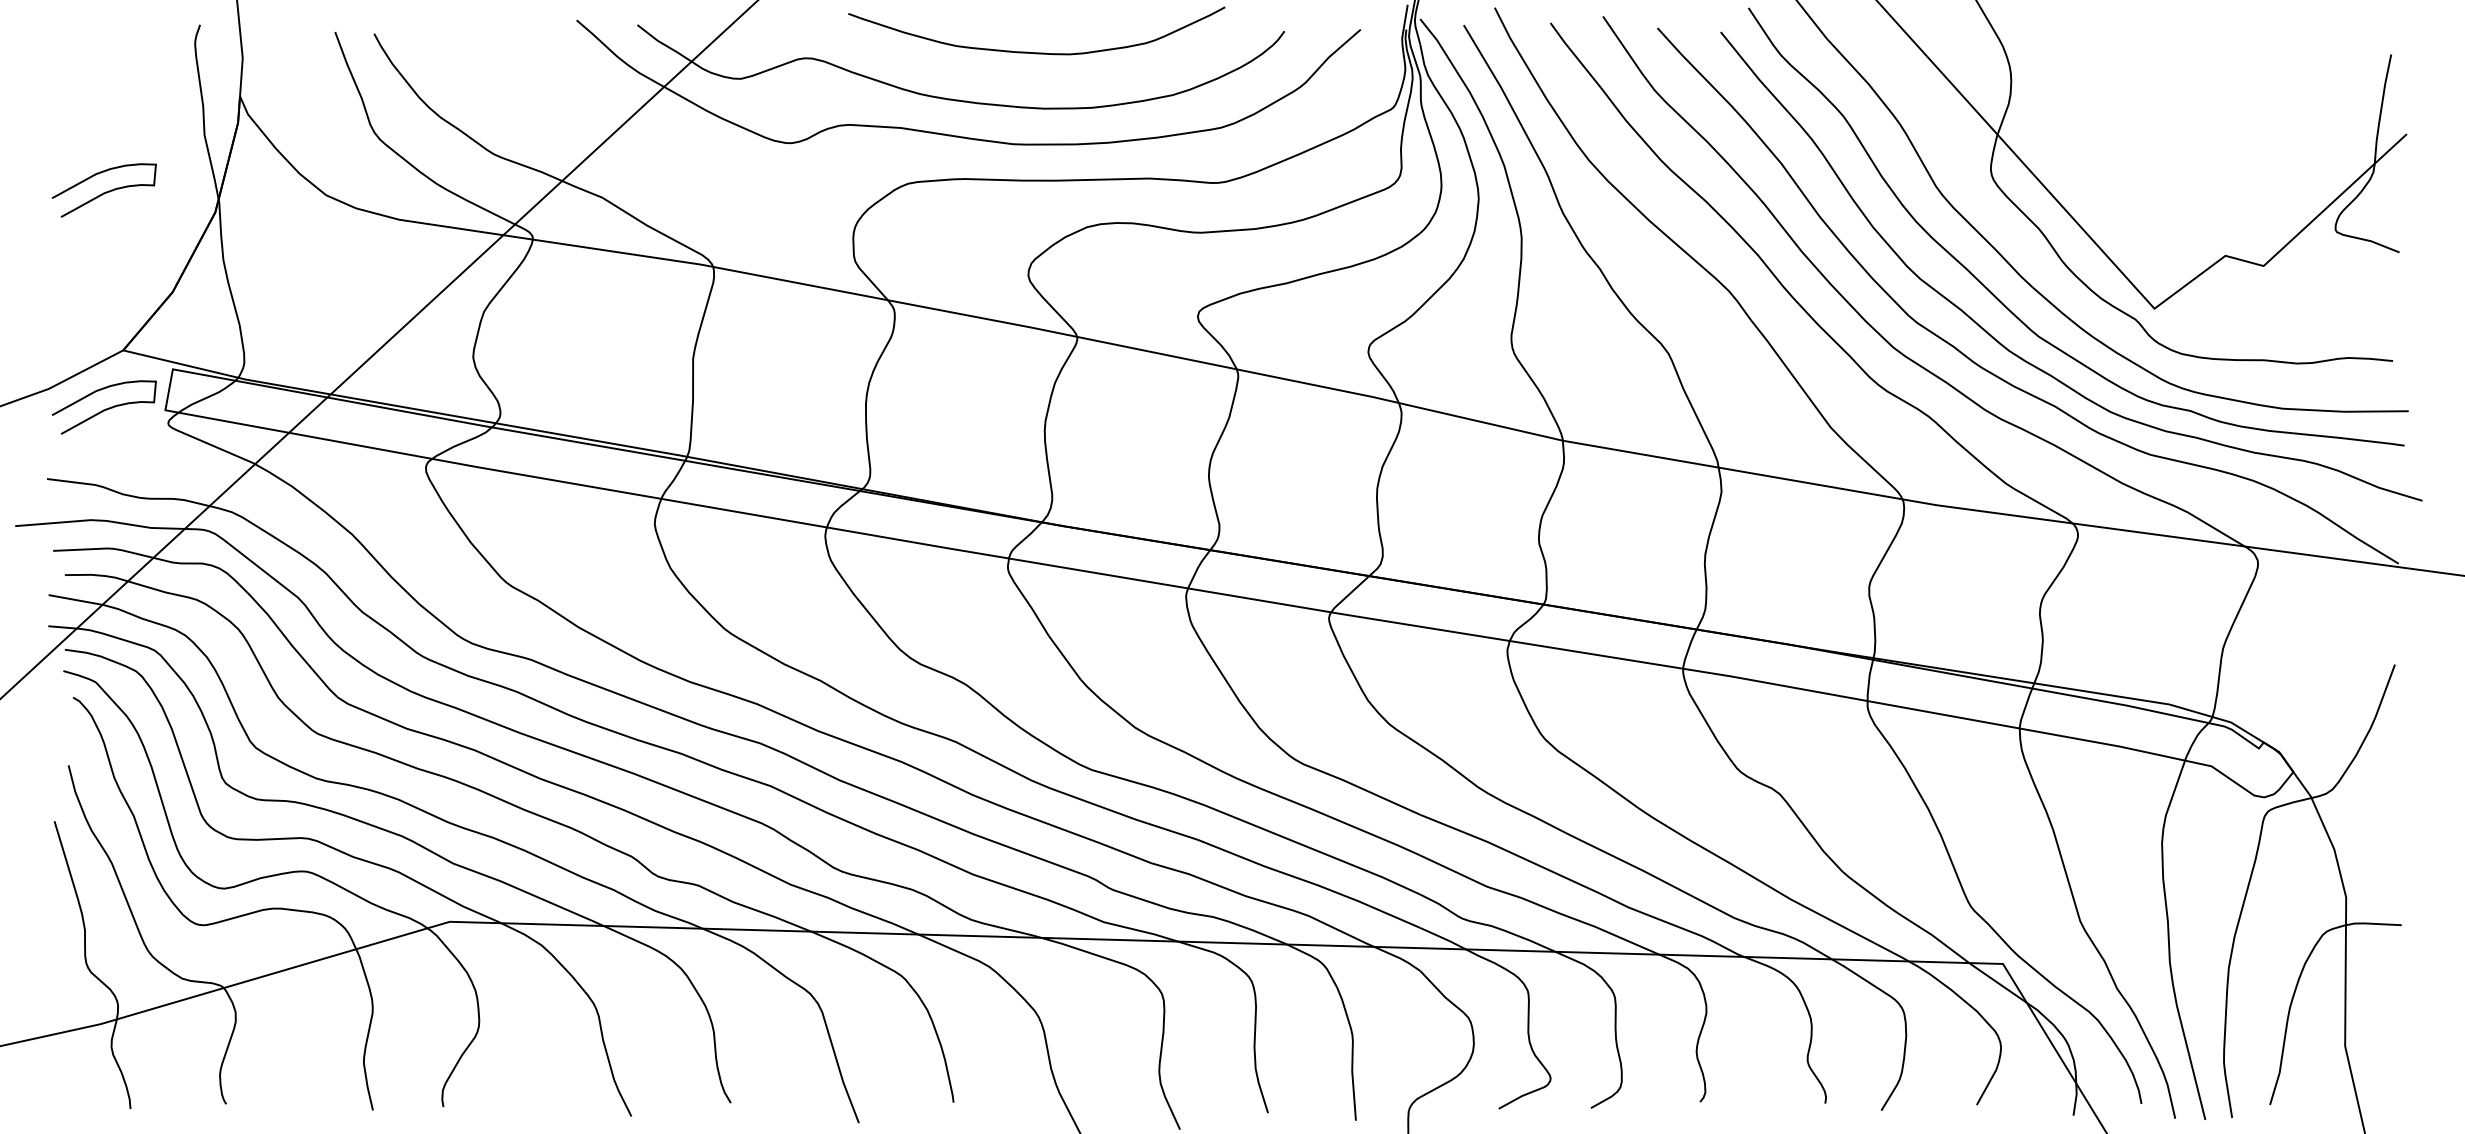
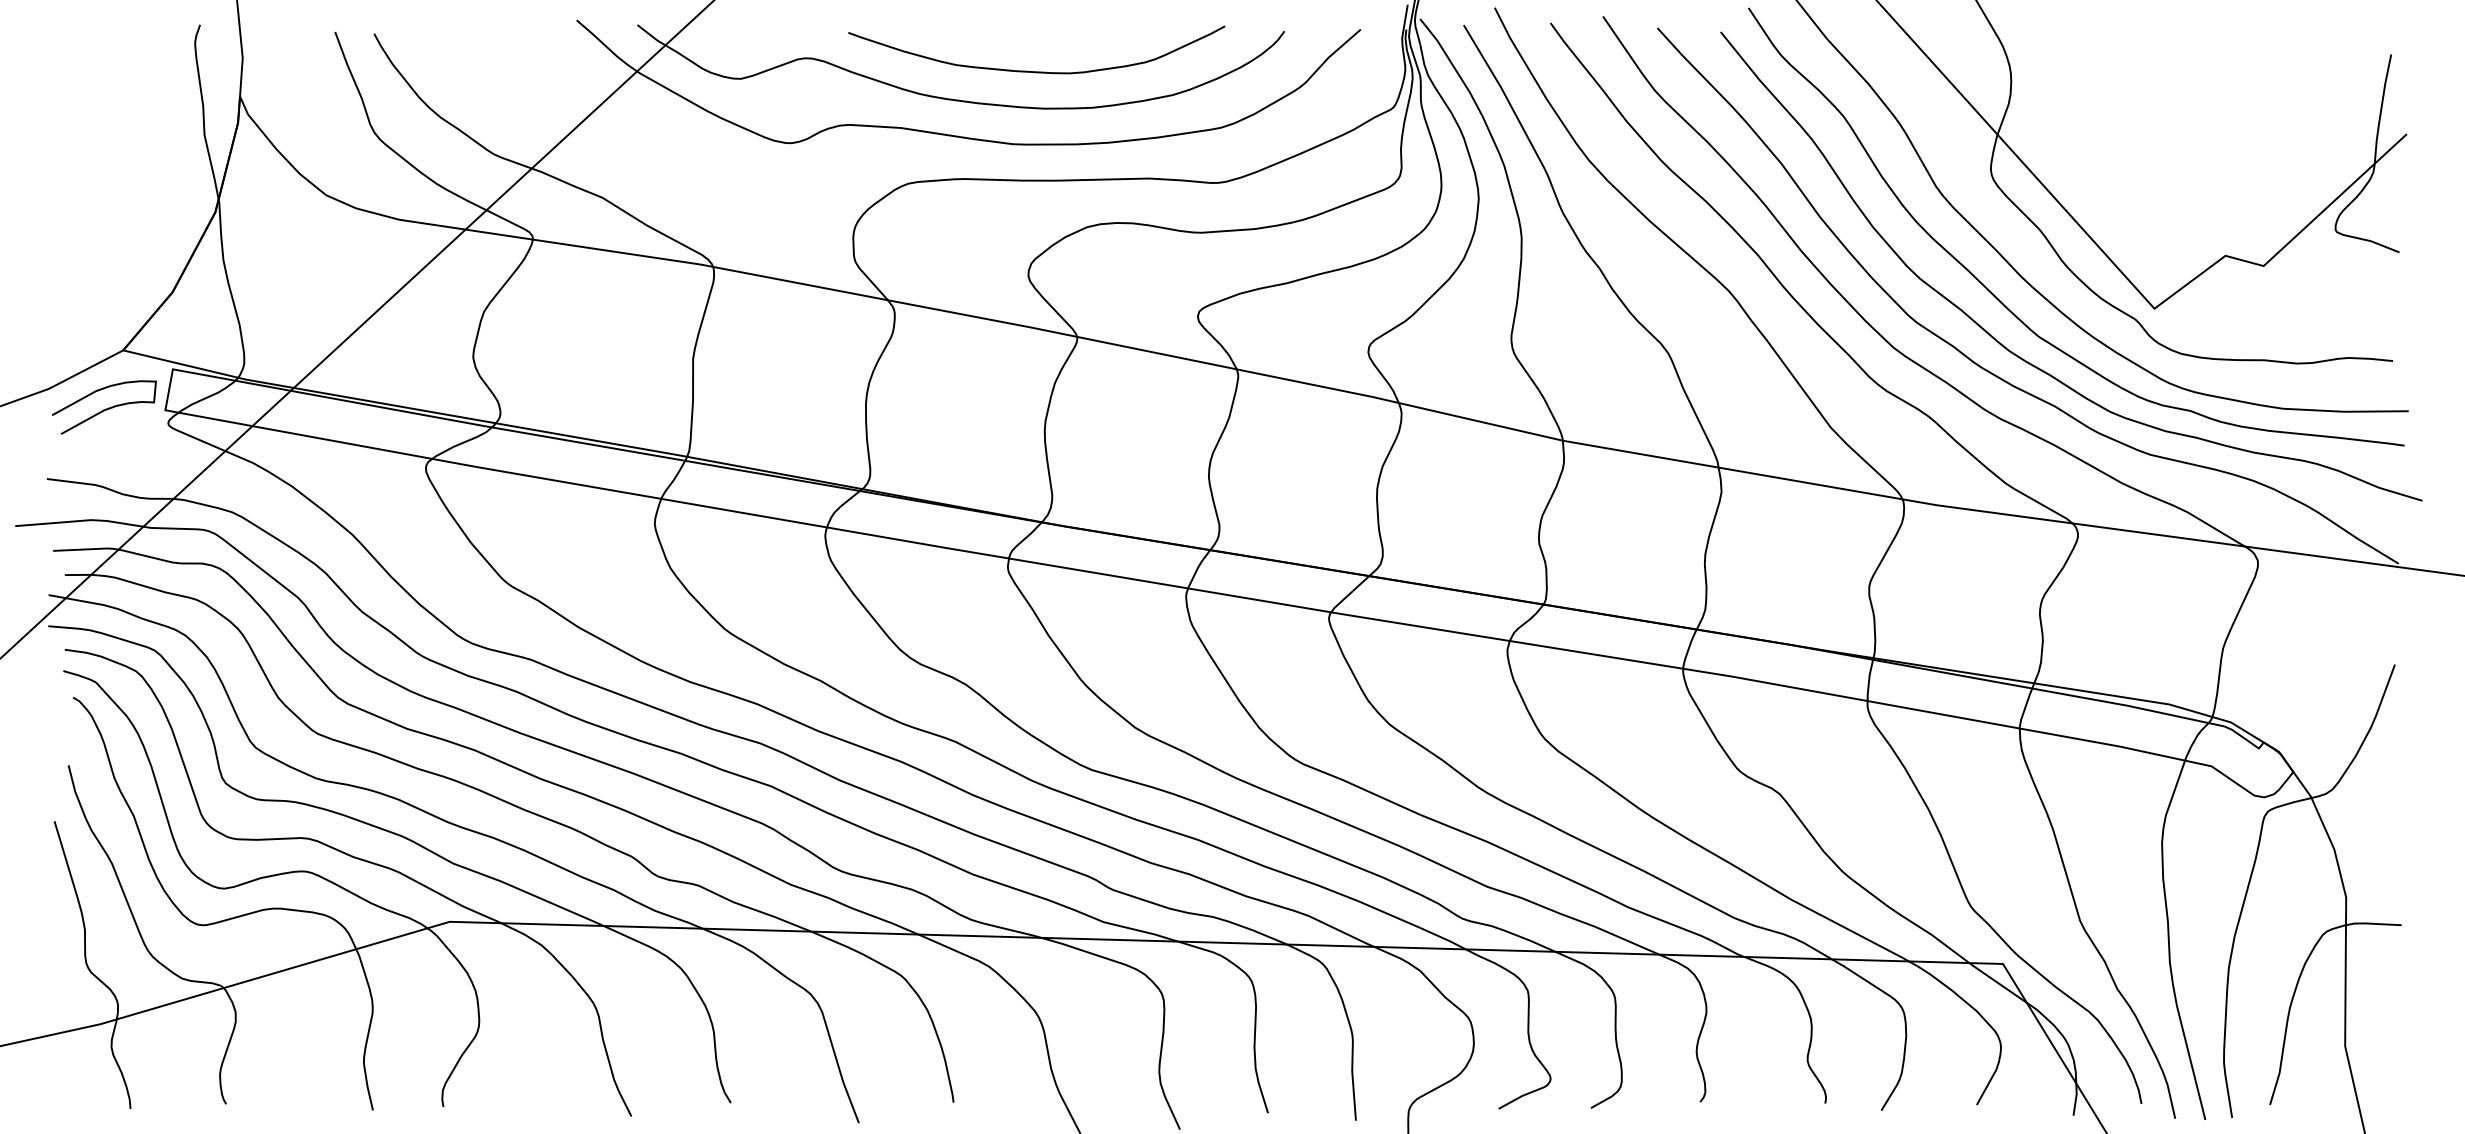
curve at (1036, 52) position: (1036, 52) -> (1036, 71)
curve at (103, 192): present -> none
line at (378, 349) position: (378, 349) -> (357, 329)
